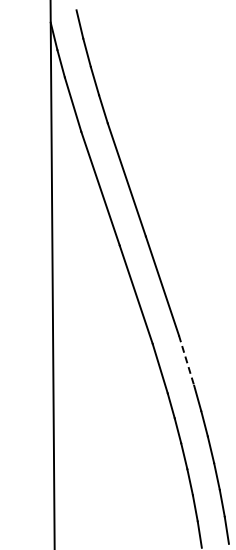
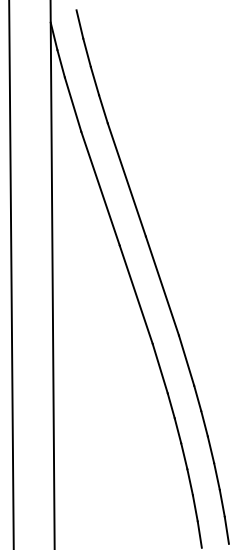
line at (11, 274): none -> present
line at (186, 361): dashed -> solid
